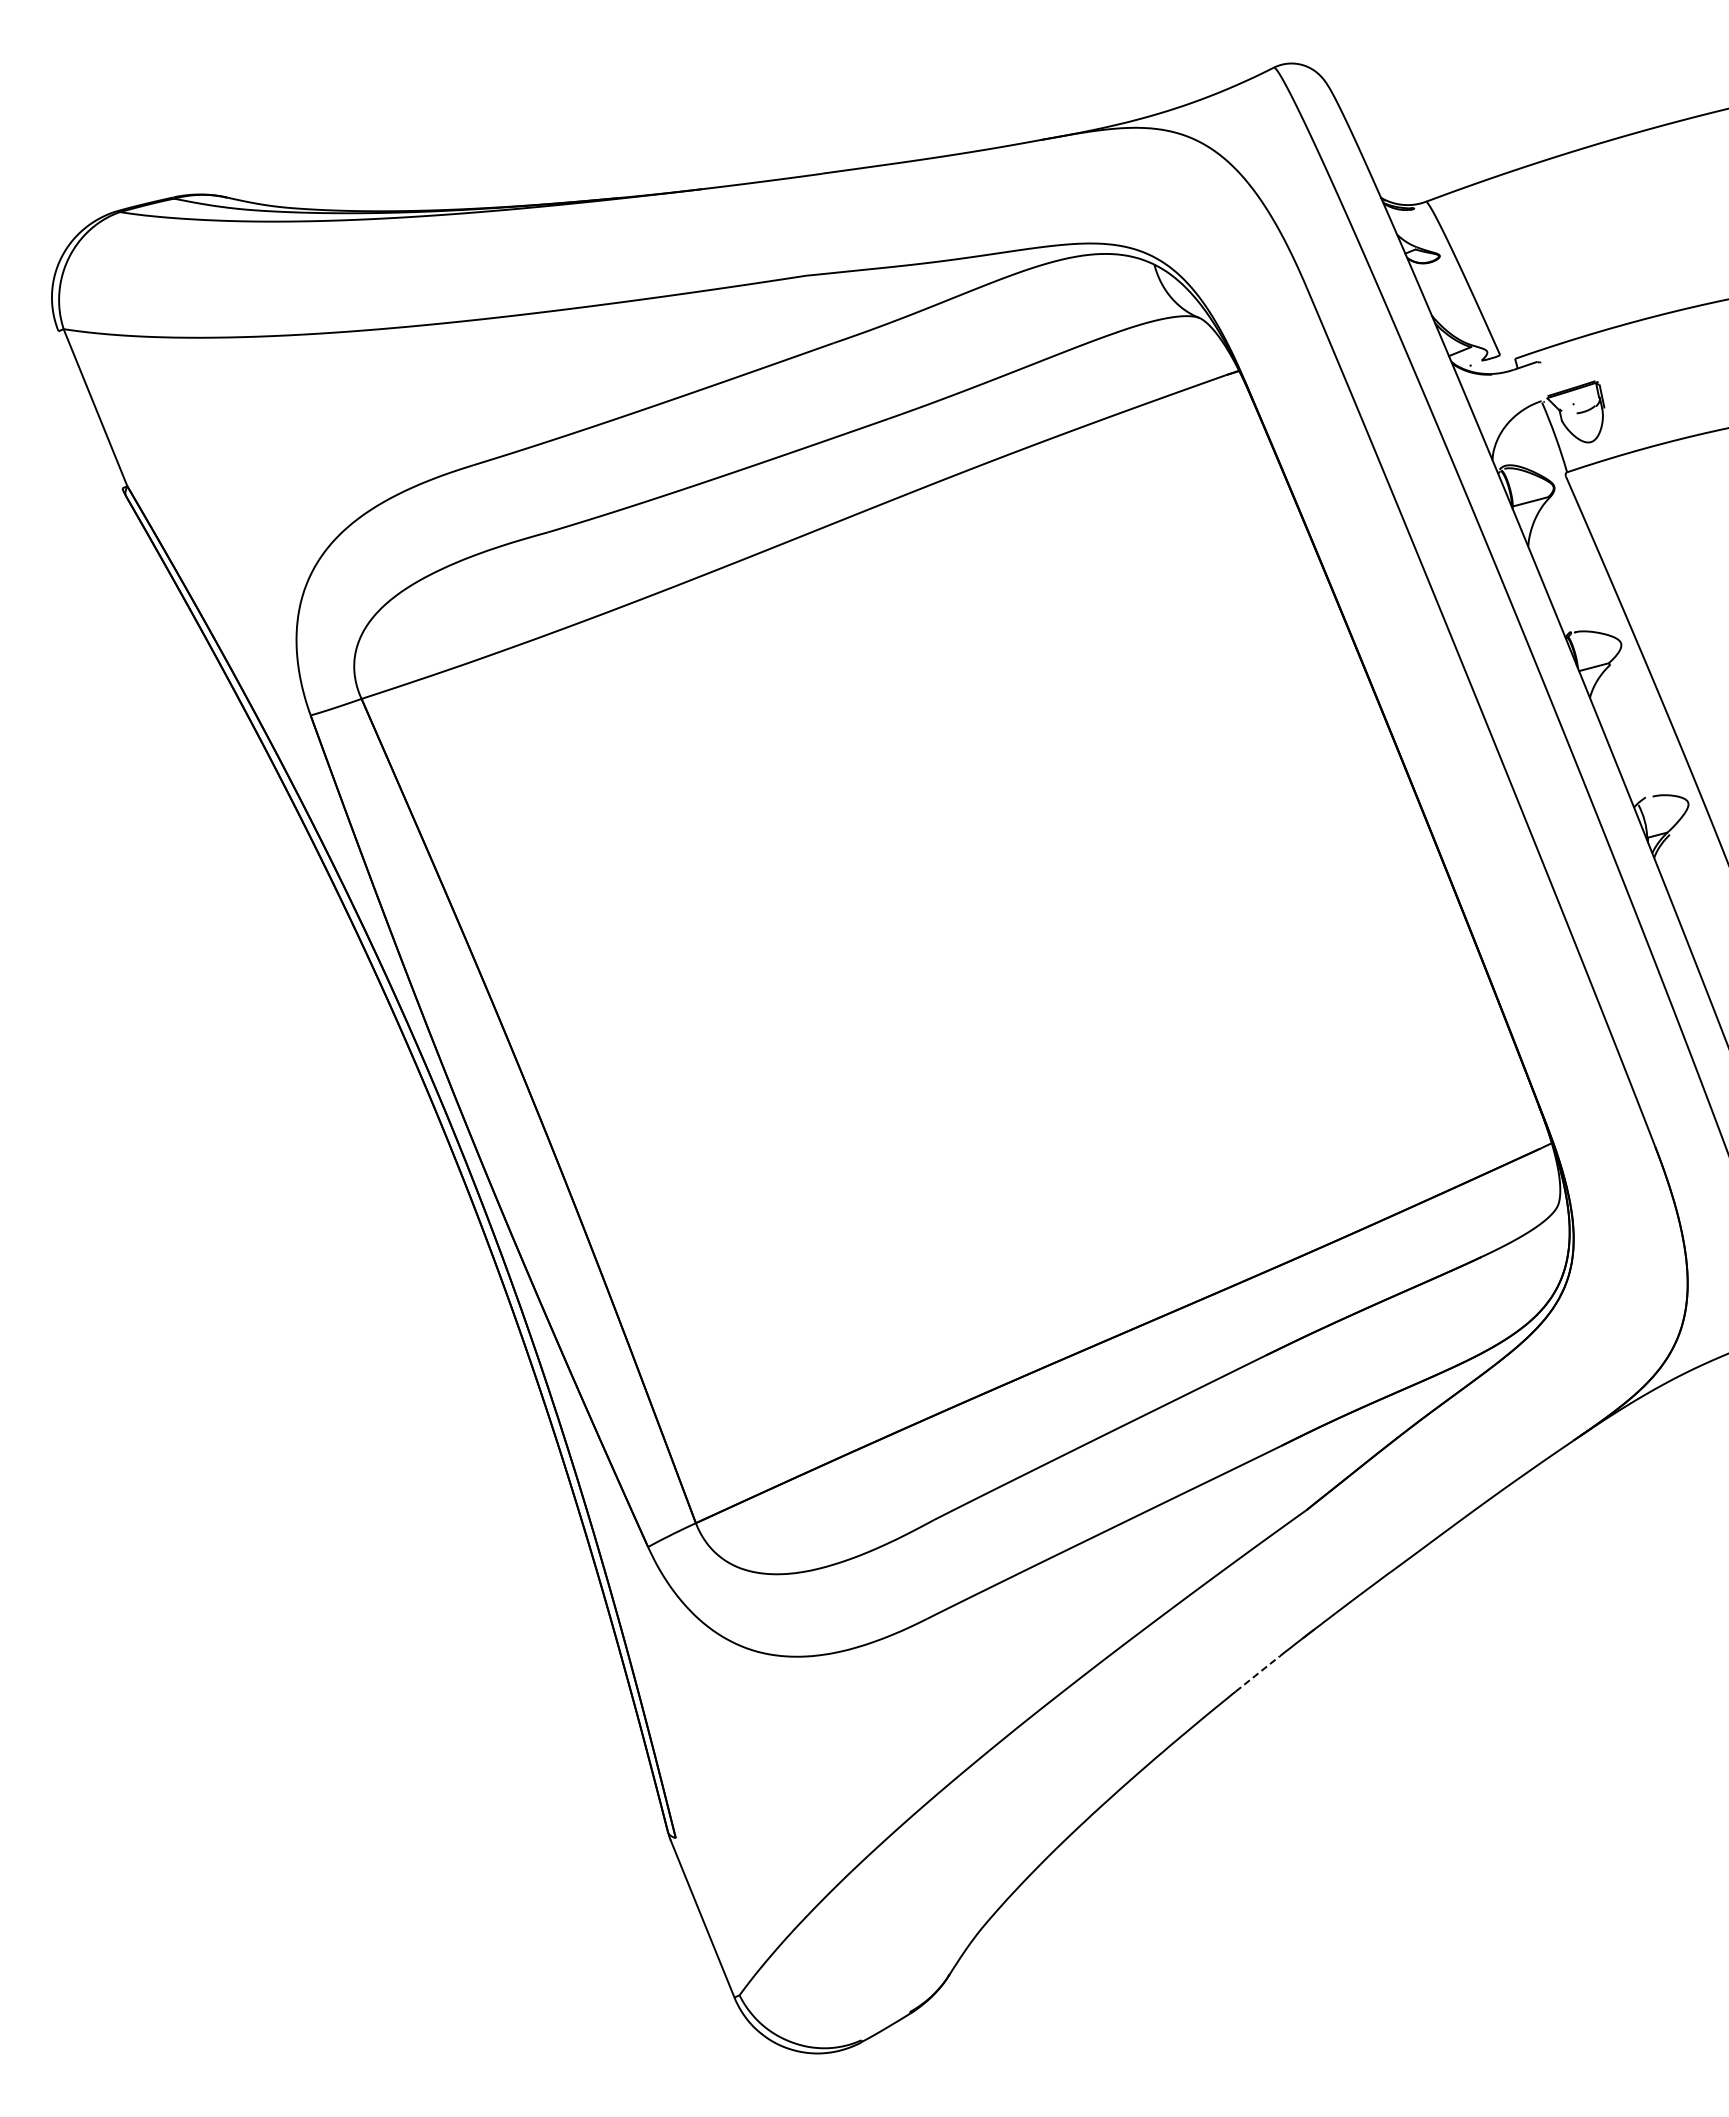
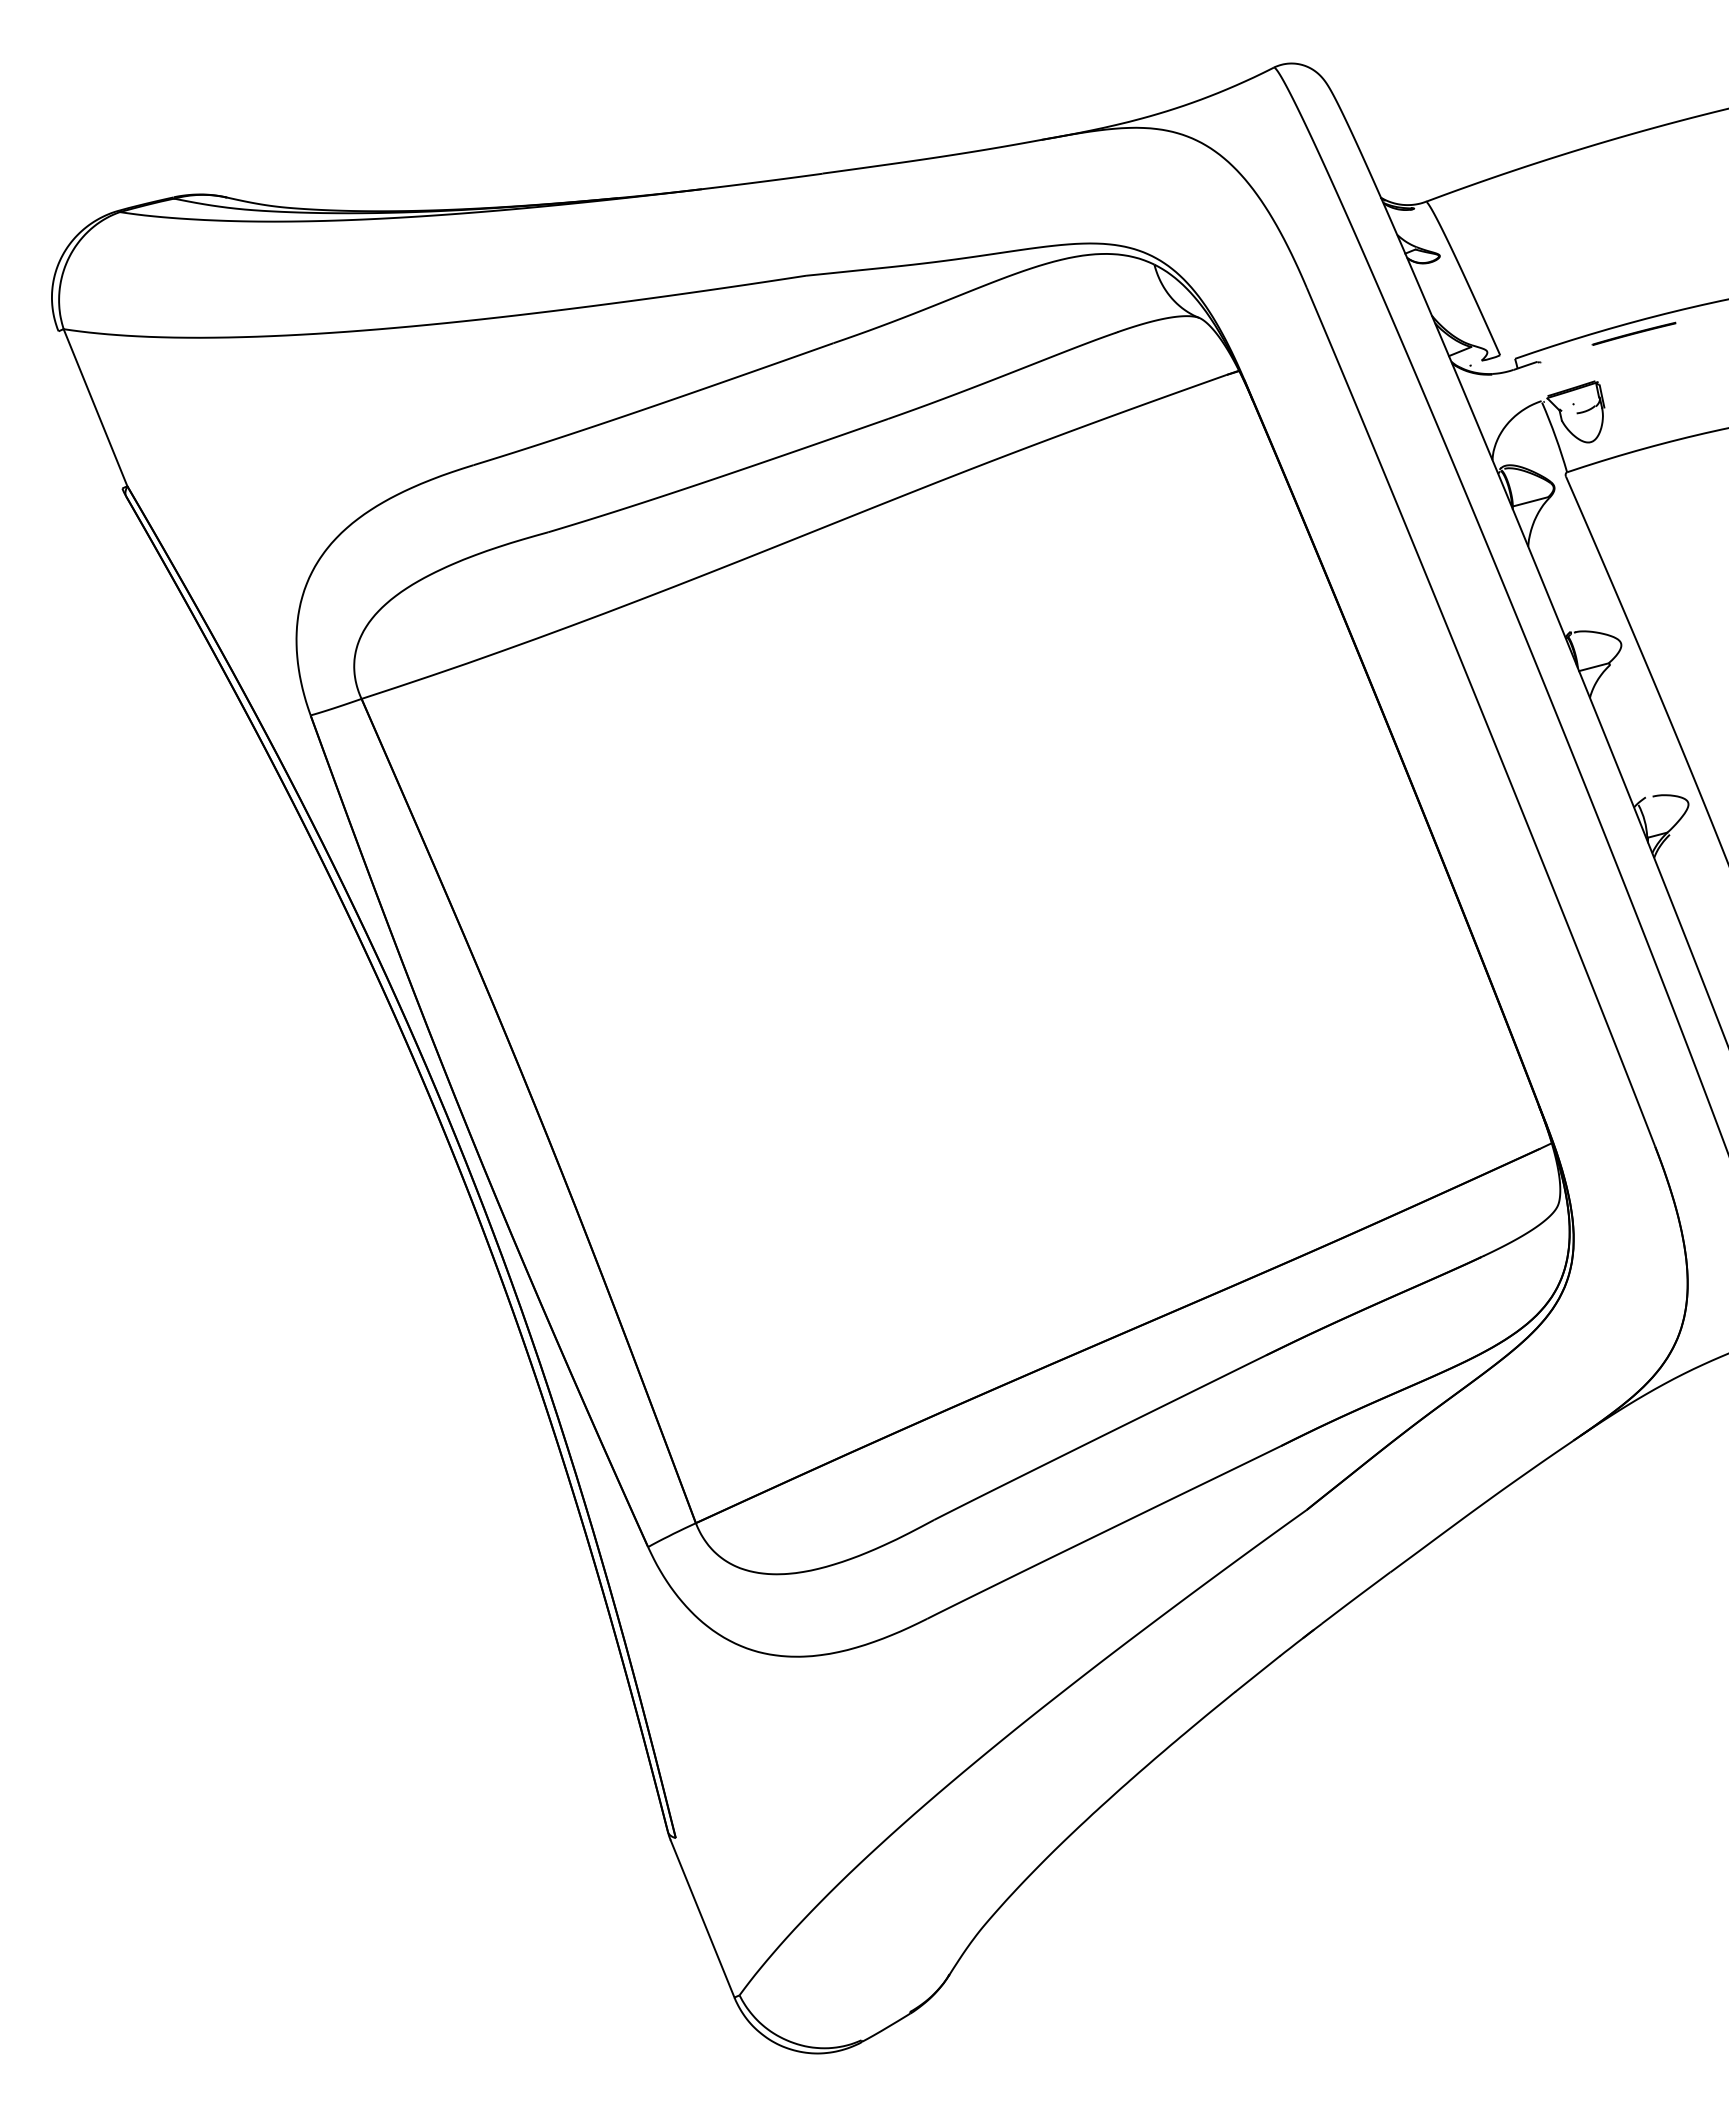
line at (1633, 333): none -> present
line at (1258, 1673): dashed -> solid
